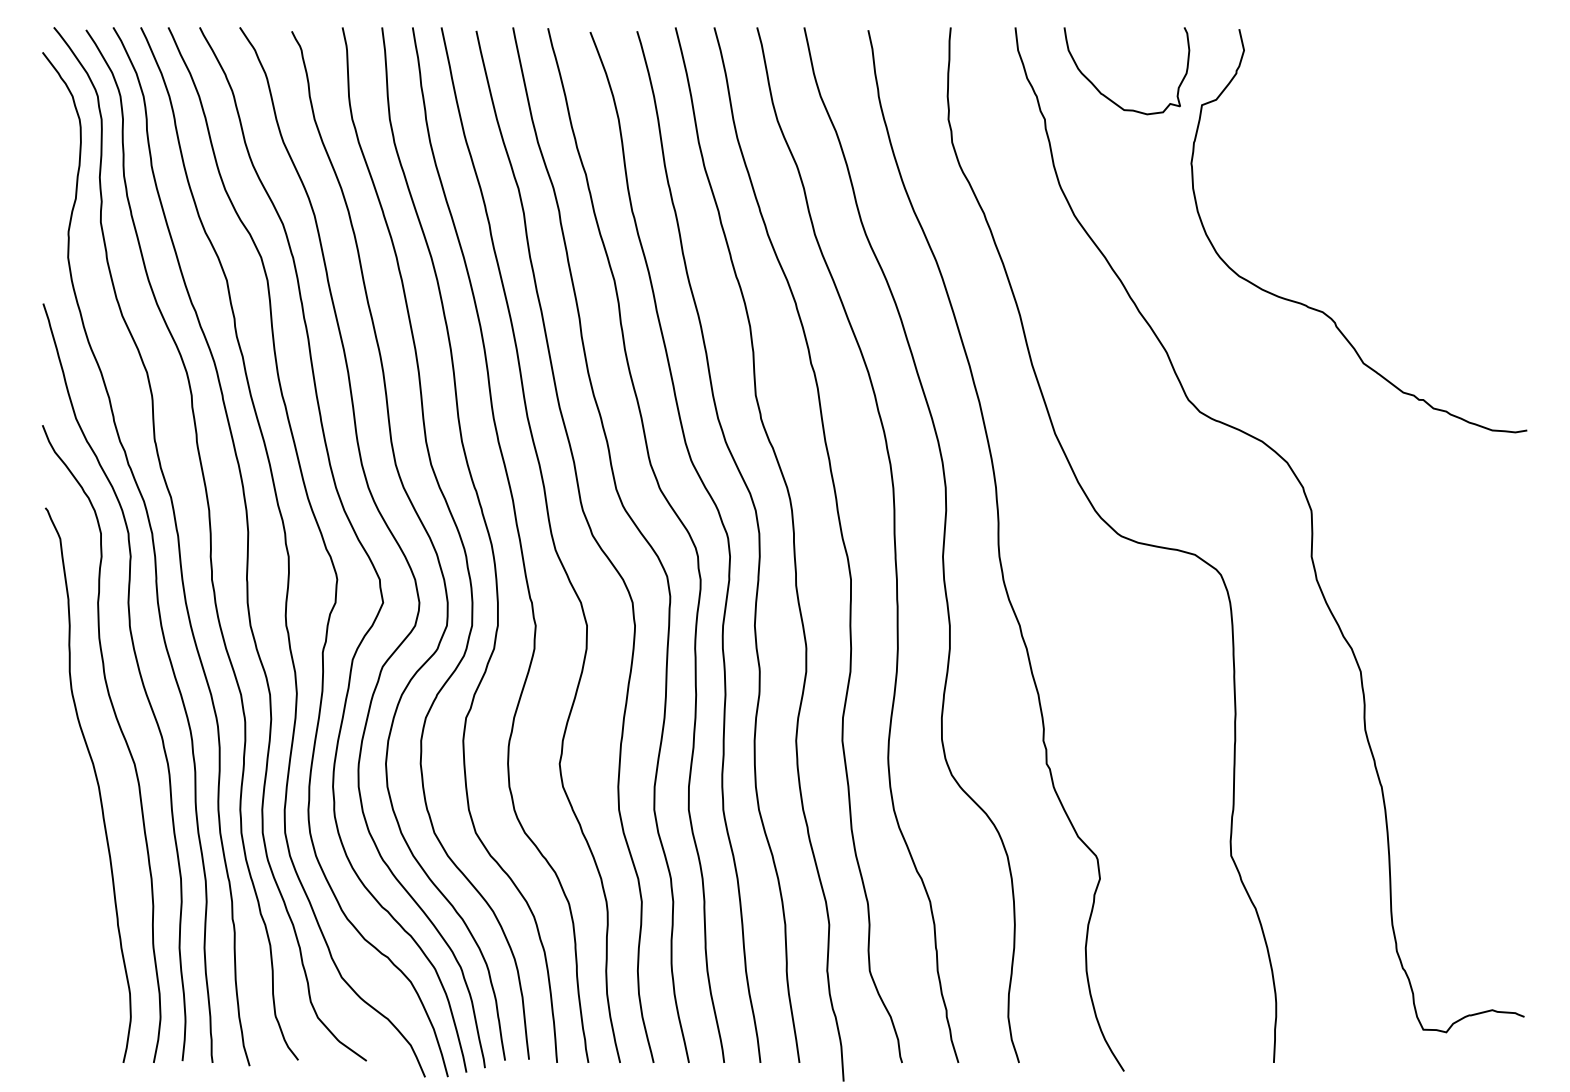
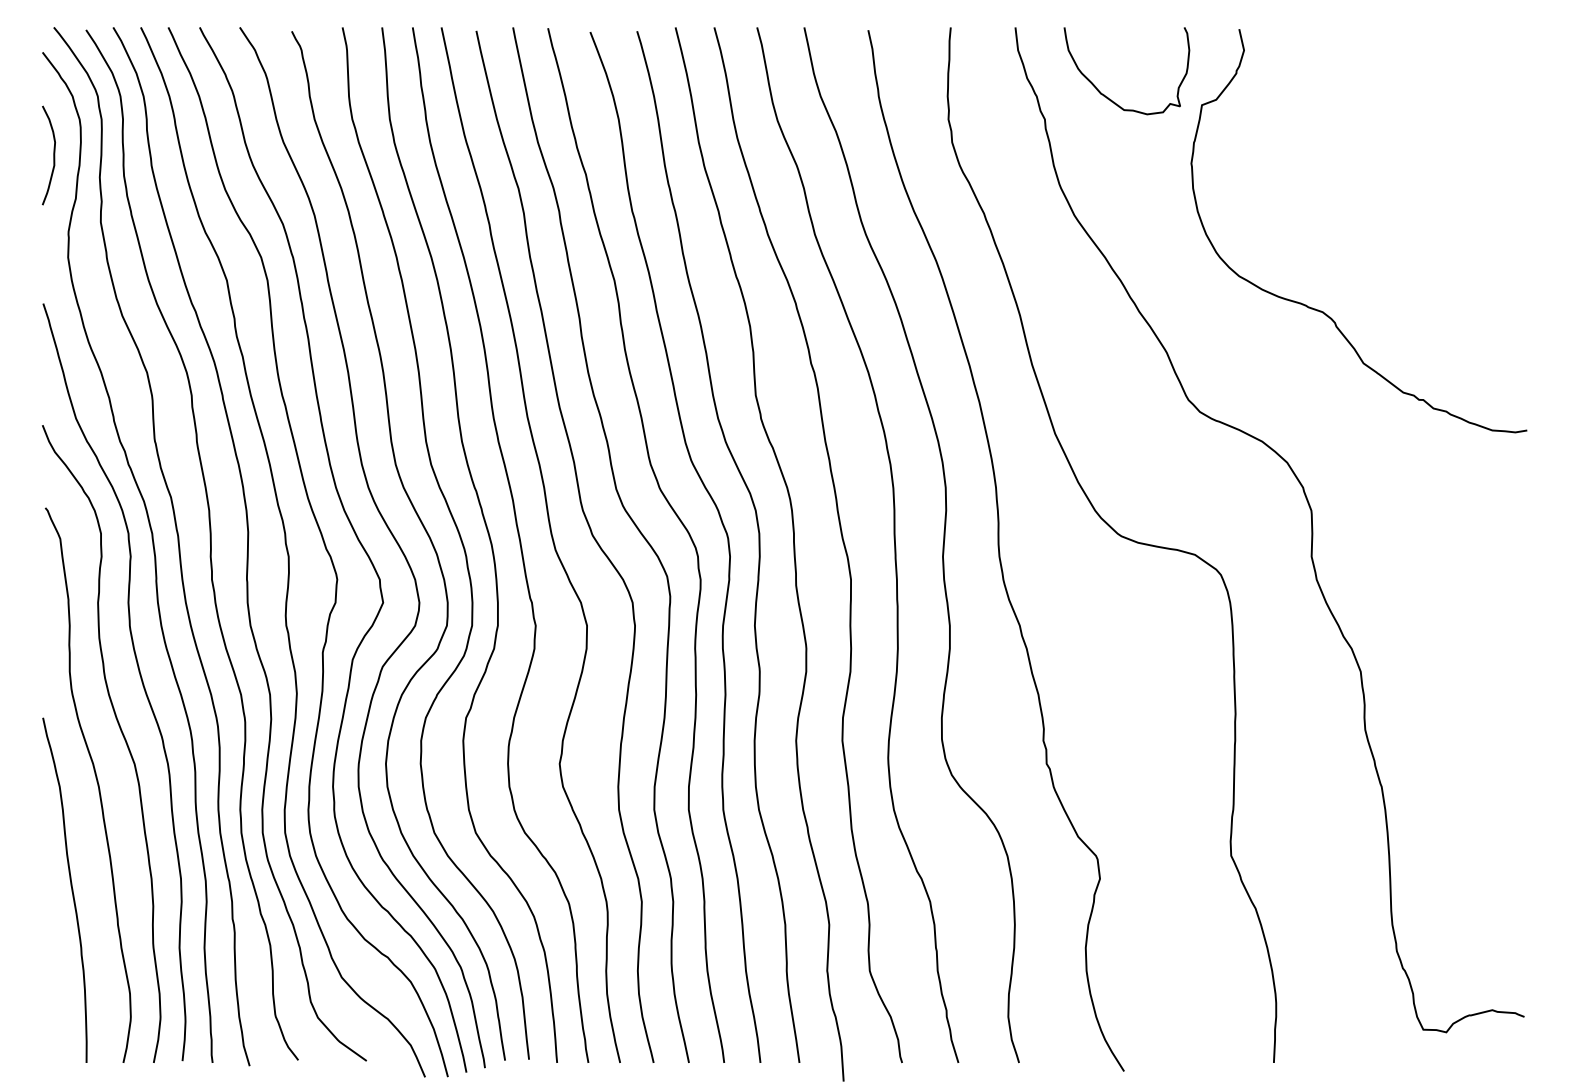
curve at (53, 155): none -> present
curve at (70, 886): none -> present
